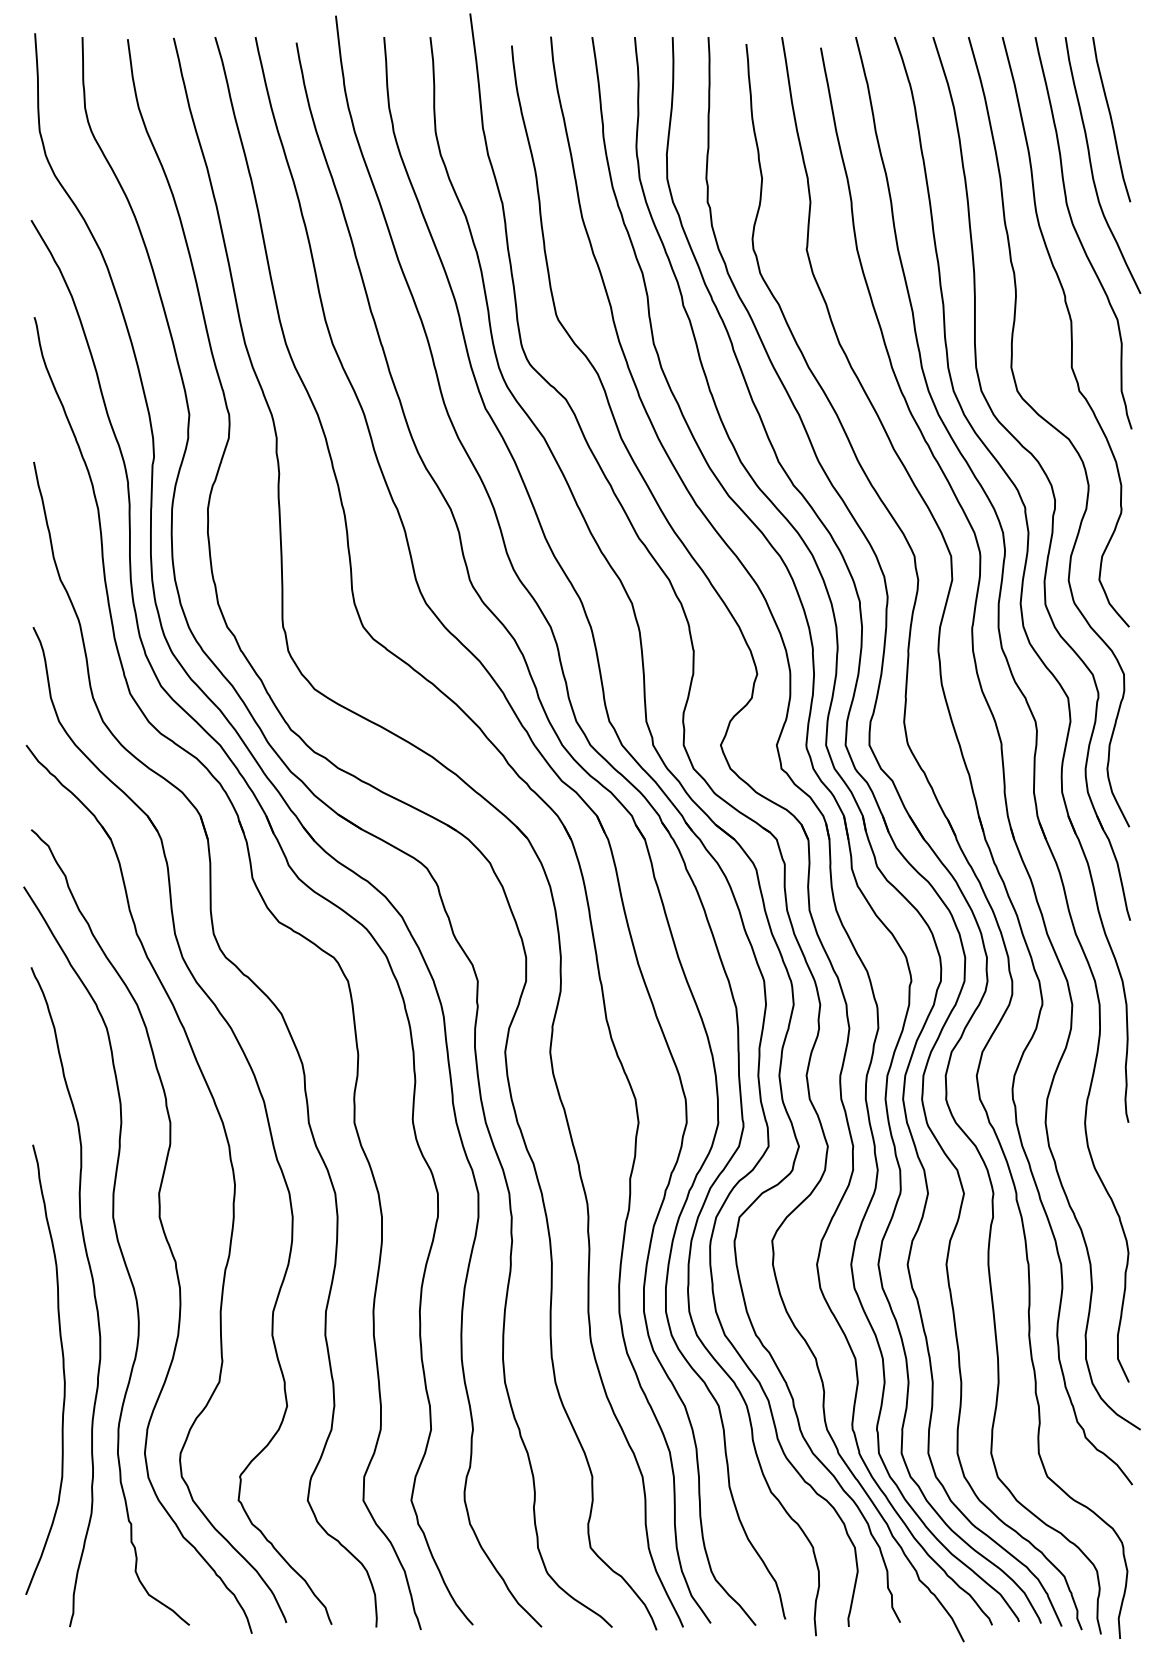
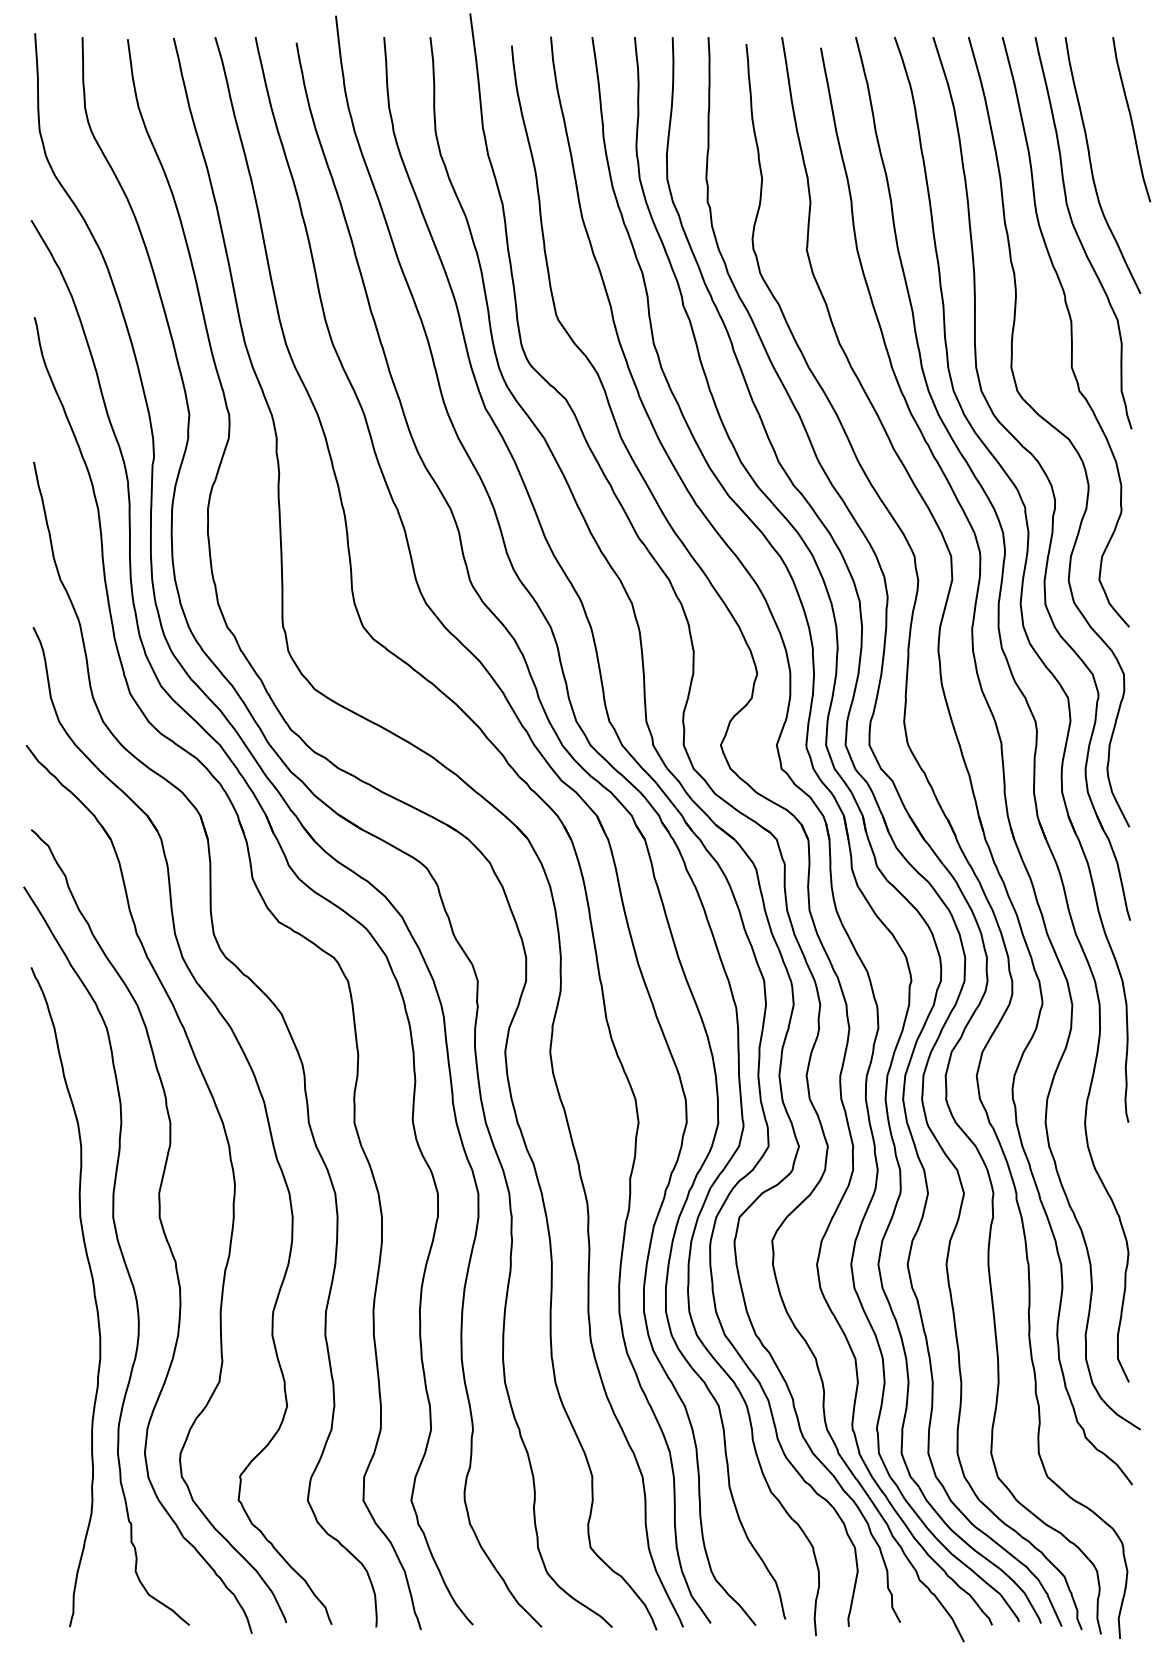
curve at (1111, 119) position: (1111, 119) -> (1131, 119)
curve at (62, 1369): present -> none
